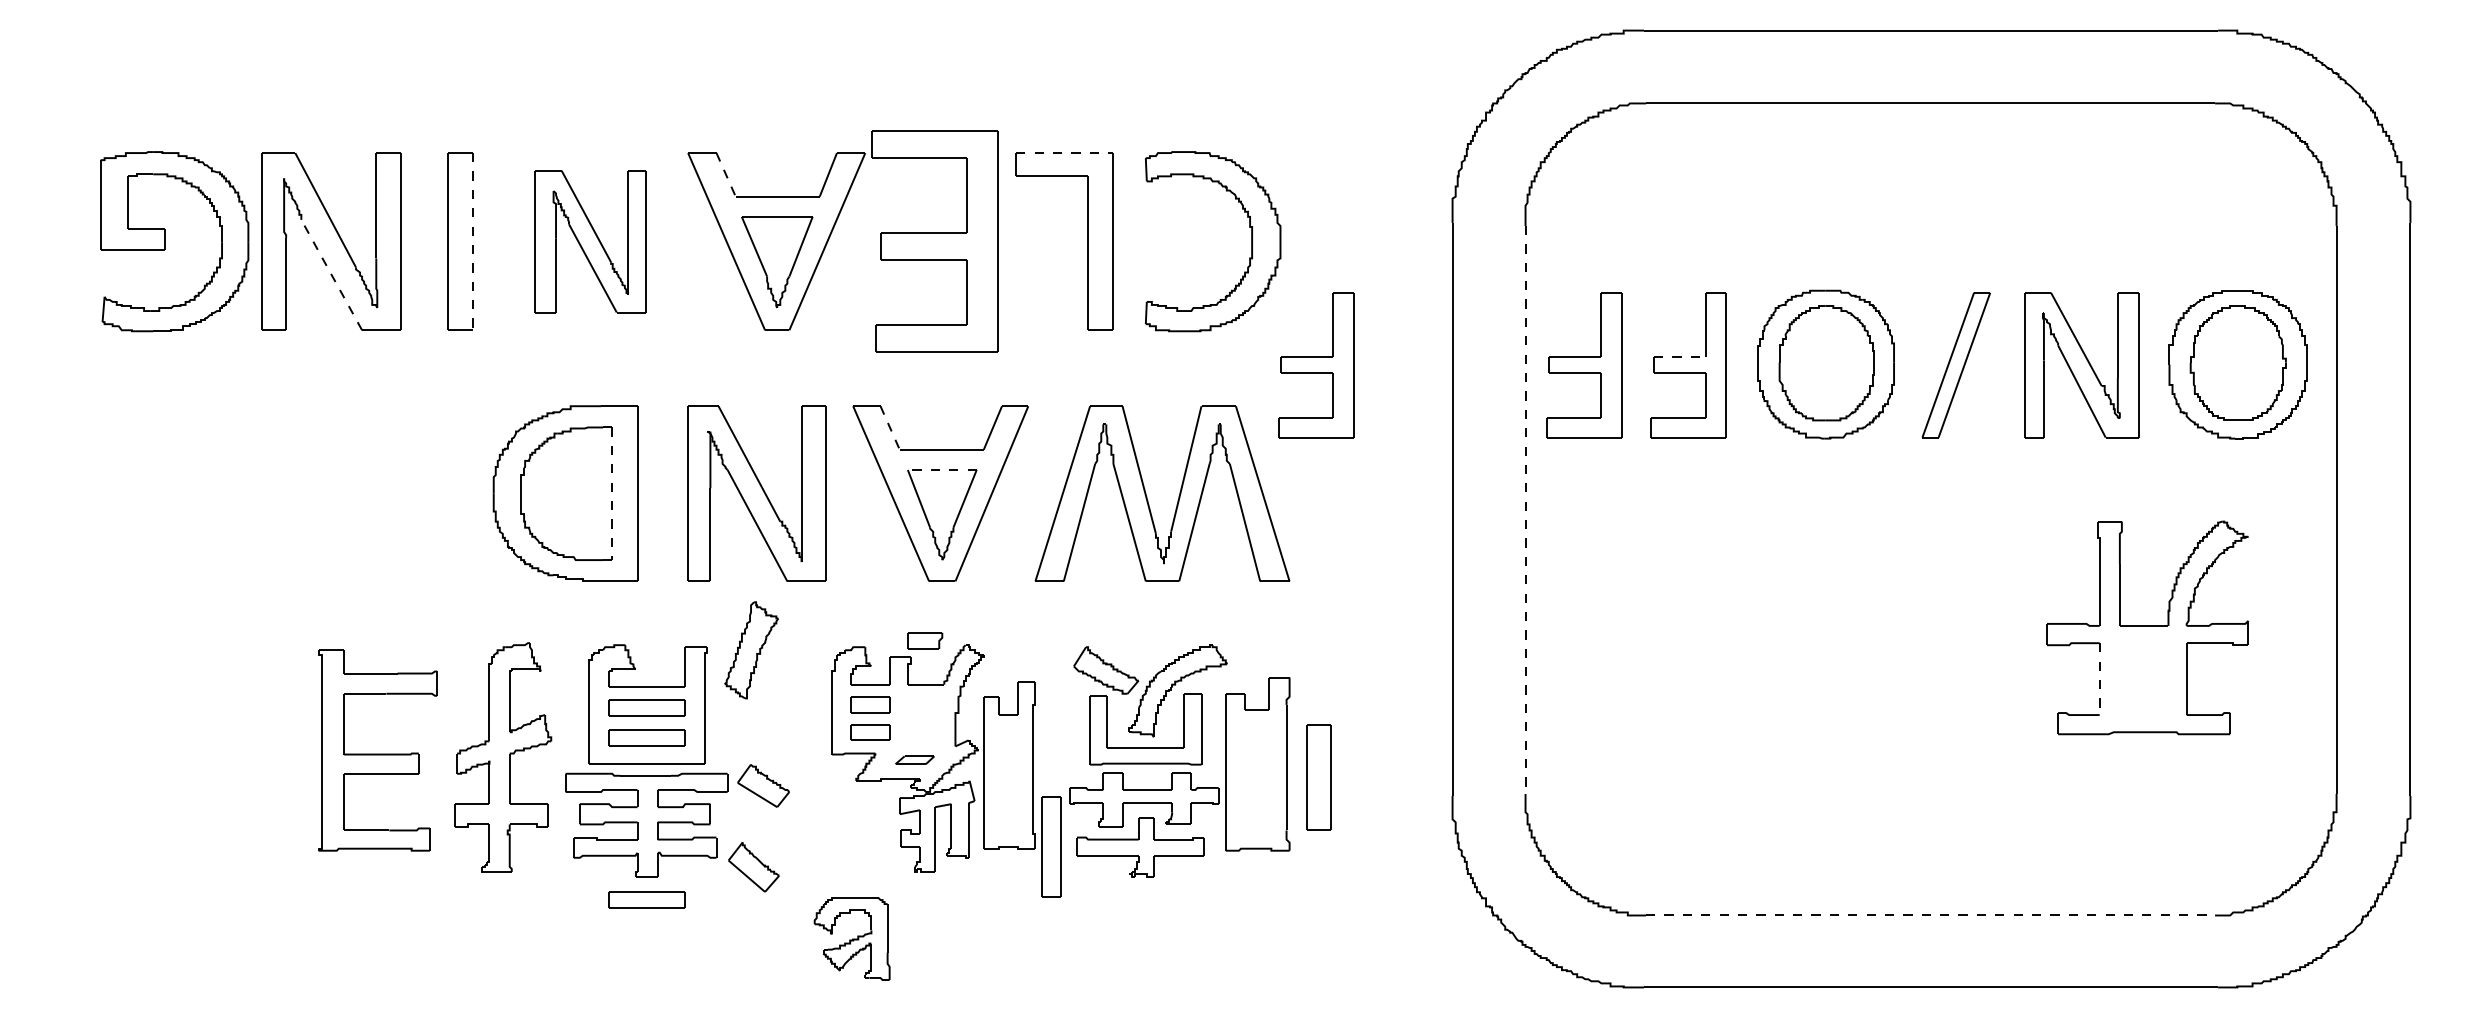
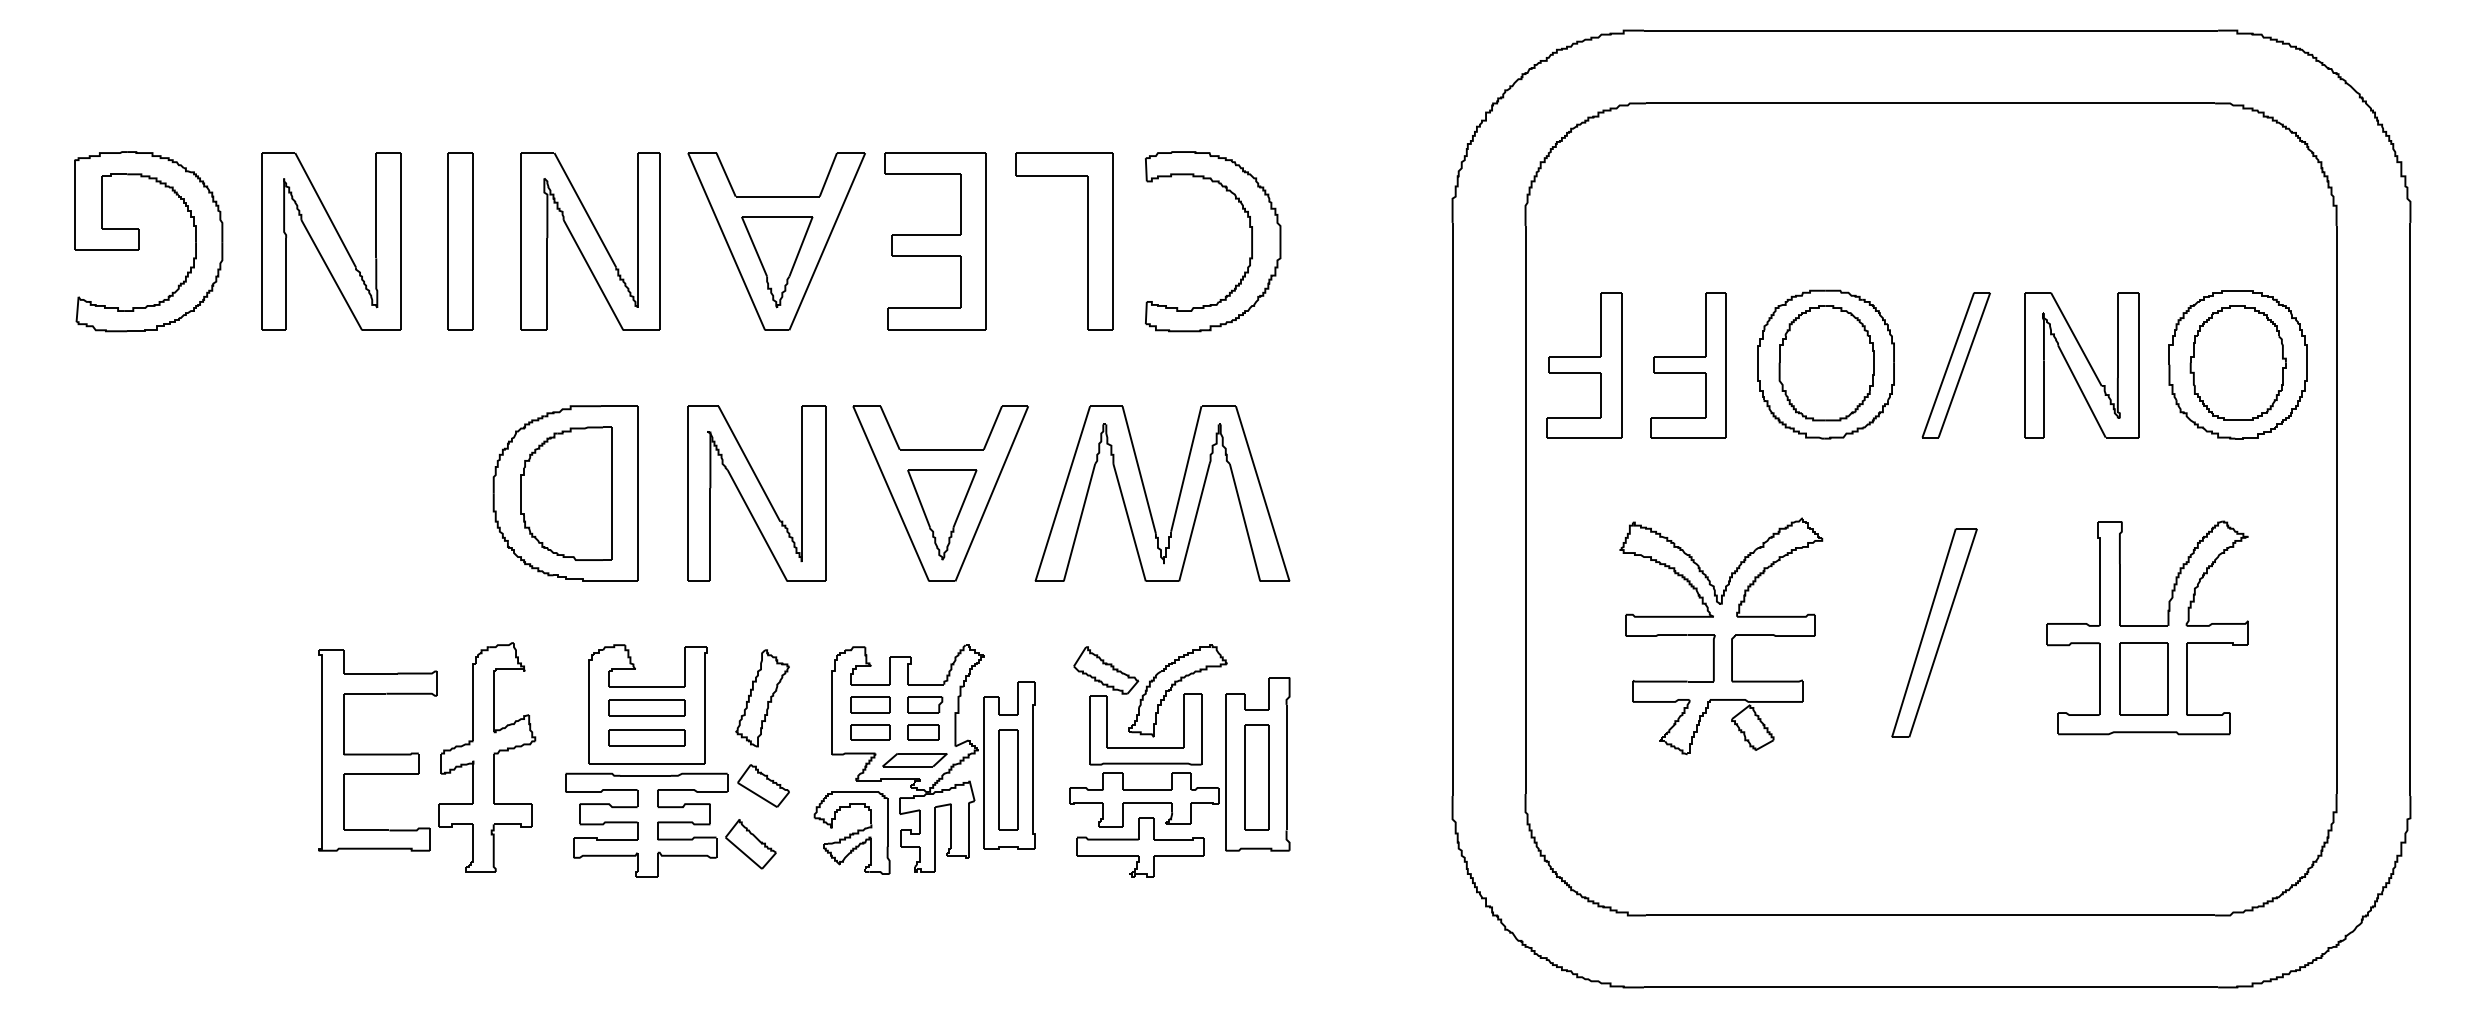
line at (1064, 153): dashed -> solid
line at (726, 174): dashed -> solid
part at (165, 241) position: (165, 241) -> (139, 241)
line at (473, 241): dashed -> solid
part at (590, 241) size: 113x144 px -> 141x179 px
part at (934, 241) size: 128x223 px -> 103x179 px
line at (331, 275): dashed -> solid
line at (1679, 356): dashed -> solid
part at (1316, 365): present -> none
line at (890, 427): dashed -> solid
line at (941, 470): dashed -> solid
line at (612, 494): dashed -> solid
line at (1525, 510): dashed -> solid
part at (1934, 632): none -> present
part at (1721, 636): none -> present
part at (925, 640) position: (925, 640) -> (925, 704)
part at (751, 650) position: (751, 650) -> (762, 698)
part at (2143, 678): none -> present
line at (2099, 679): dashed -> solid
part at (923, 732): none -> present
part at (503, 757) position: (503, 757) -> (487, 757)
part at (914, 759) size: 40x10 px -> 66x15 px
part at (1318, 777) position: (1318, 777) -> (1256, 777)
part at (1051, 846) position: (1051, 846) -> (1008, 779)
part at (753, 867) position: (753, 867) -> (750, 844)
part at (646, 899): present -> none
line at (1930, 915): dashed -> solid
part at (851, 938) position: (851, 938) -> (851, 832)
